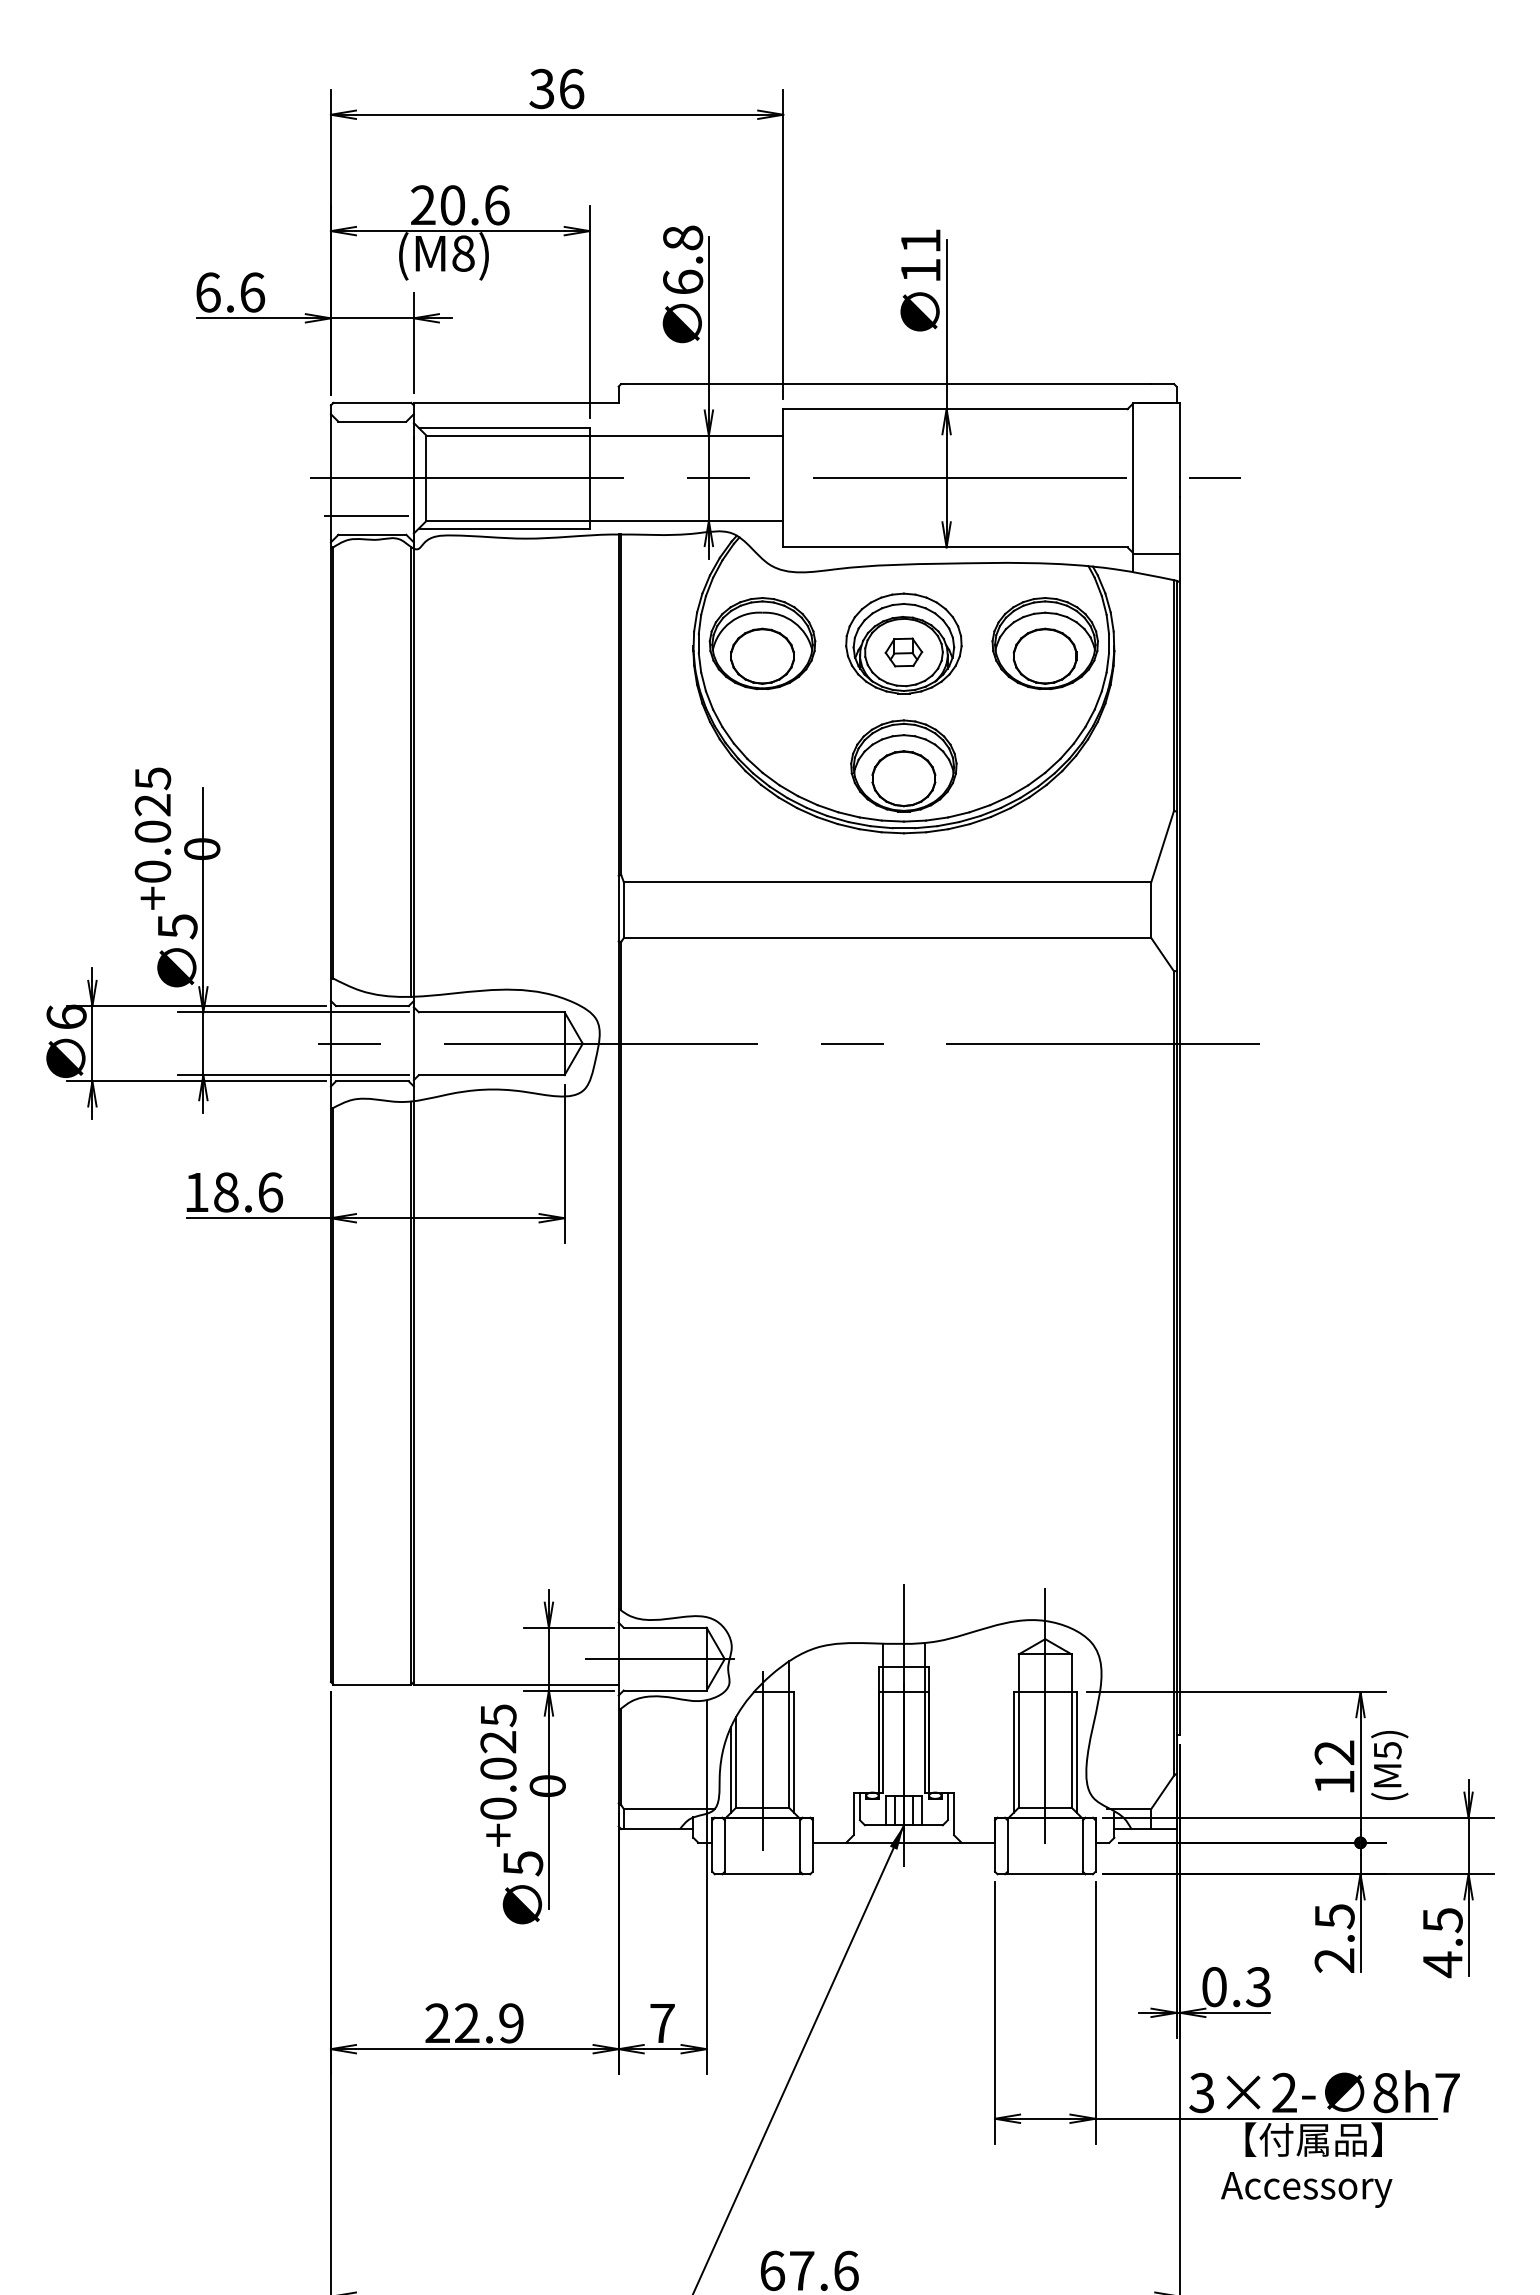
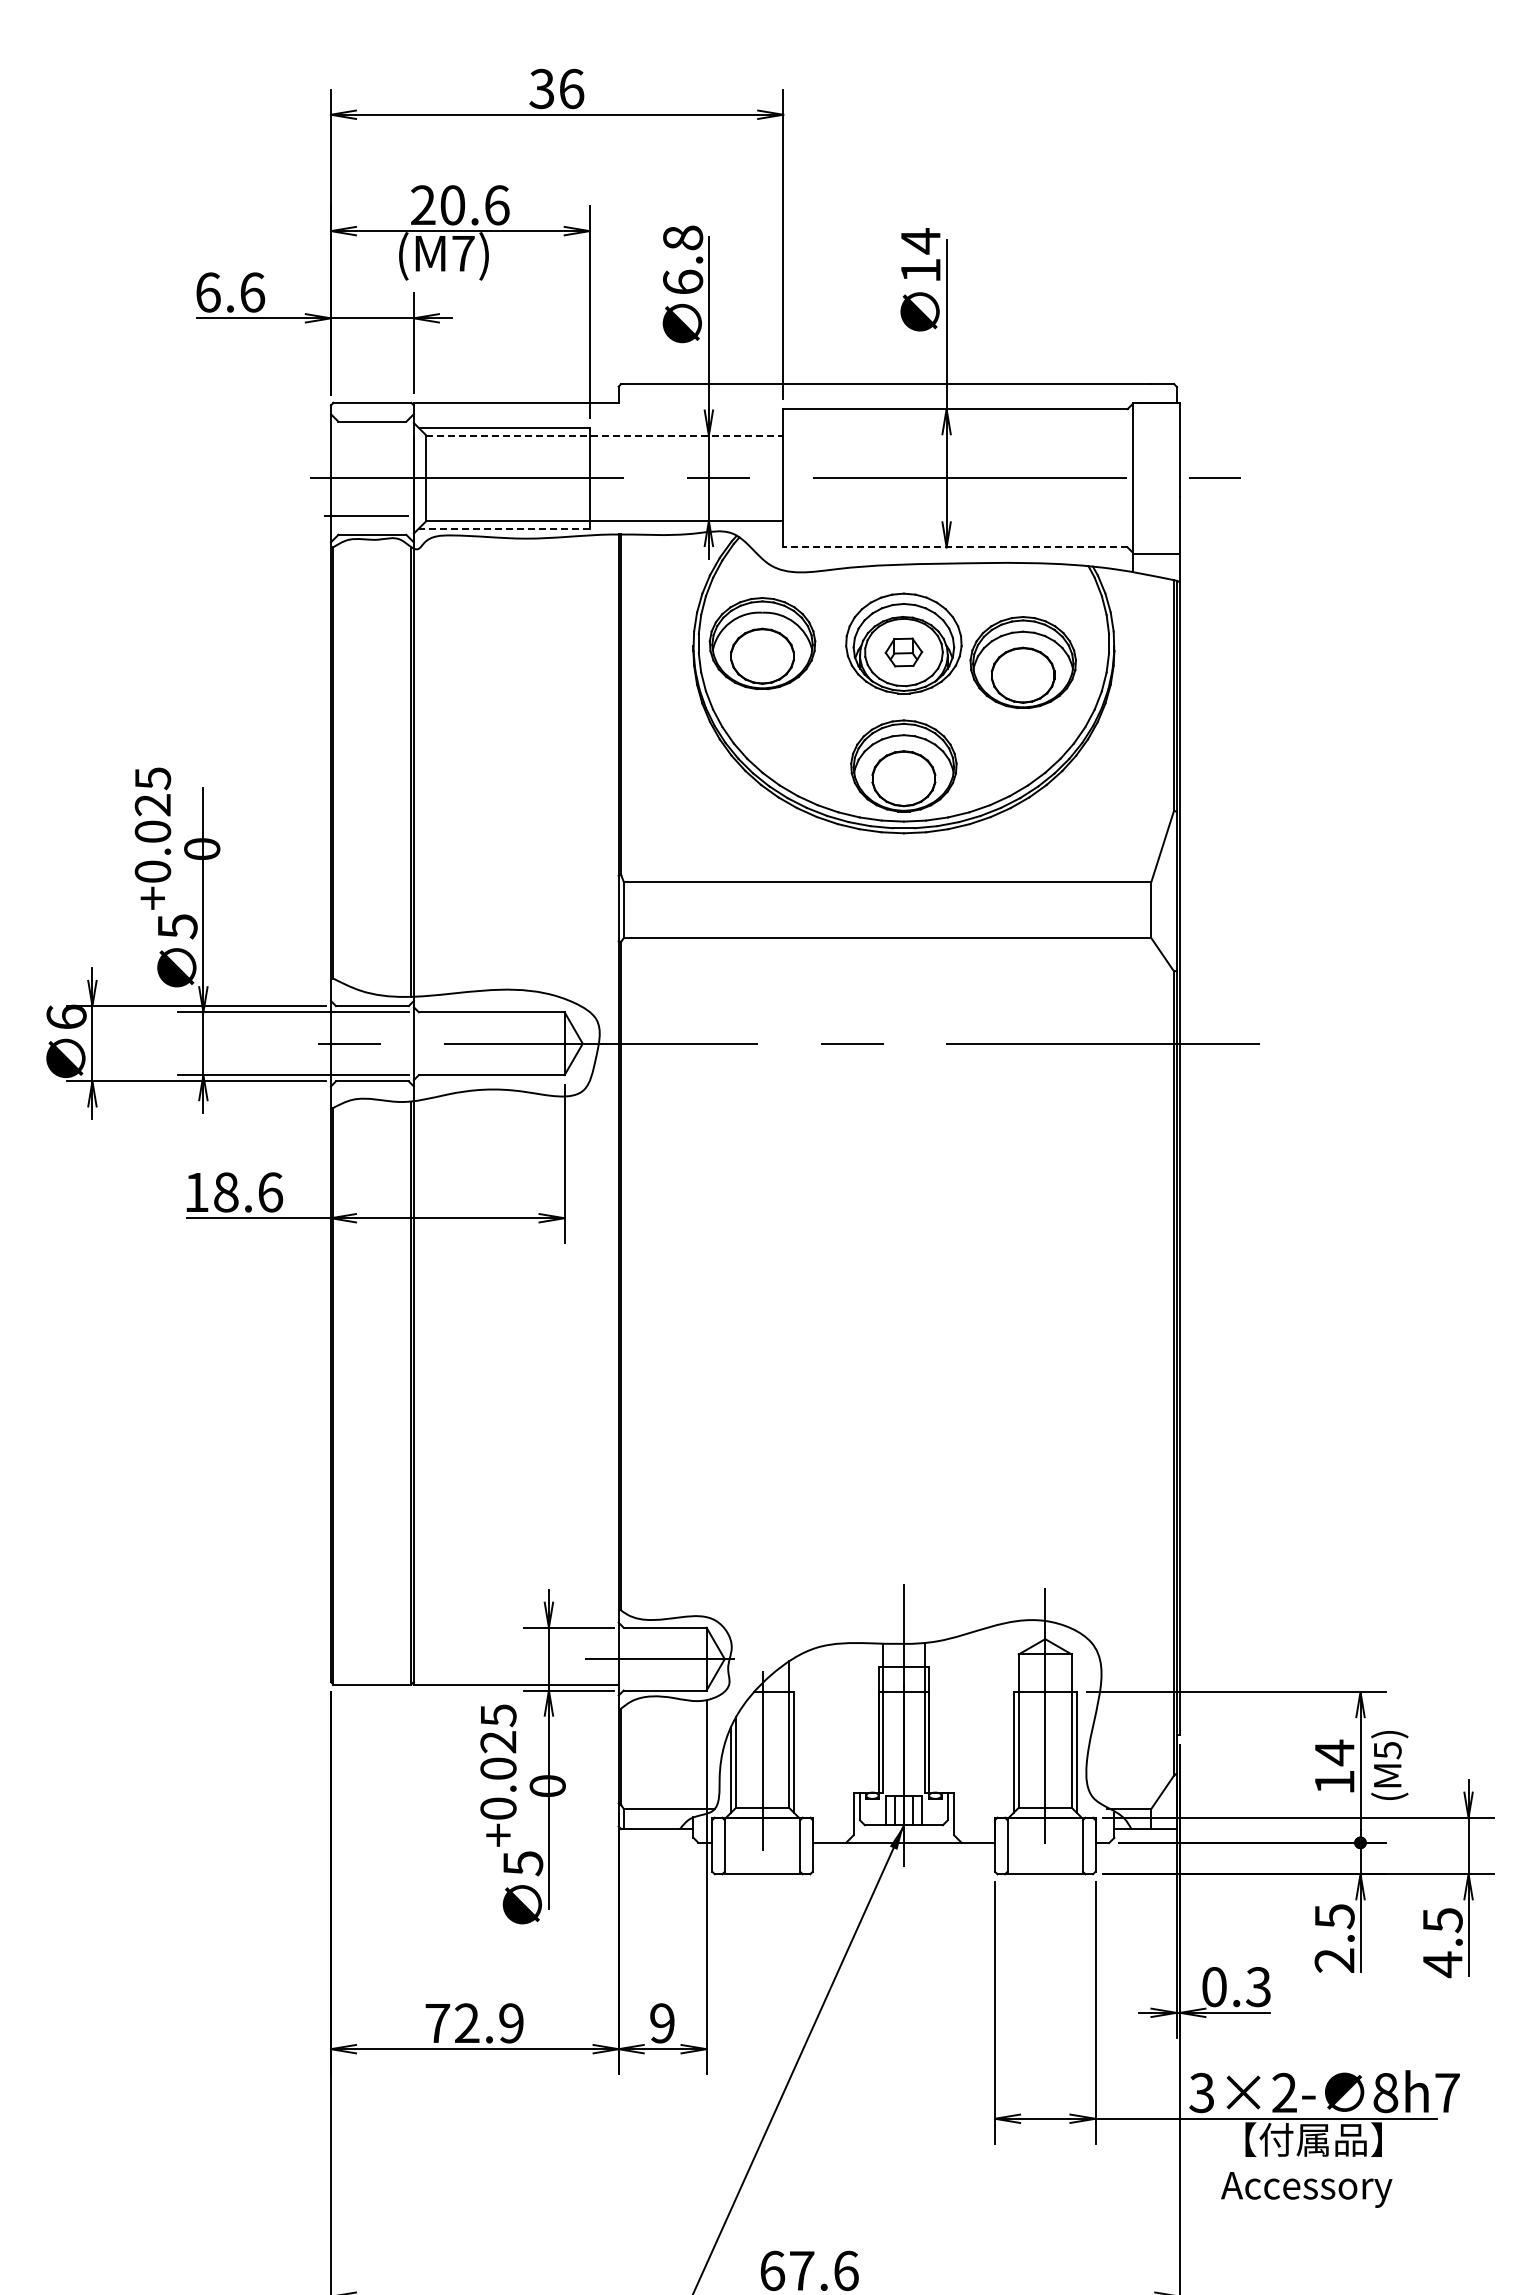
text at (920, 241): 11 -> 14
text at (463, 253): (M8) -> (M7)
line at (605, 435): solid -> dashed
line at (503, 528): solid -> dashed
line at (954, 547): solid -> dashed
part at (1044, 643) position: (1044, 643) -> (1022, 662)
text at (1334, 1752): 12 -> 14
text at (437, 2022): 22.9 -> 72.9
text at (662, 2023): 7 -> 9
